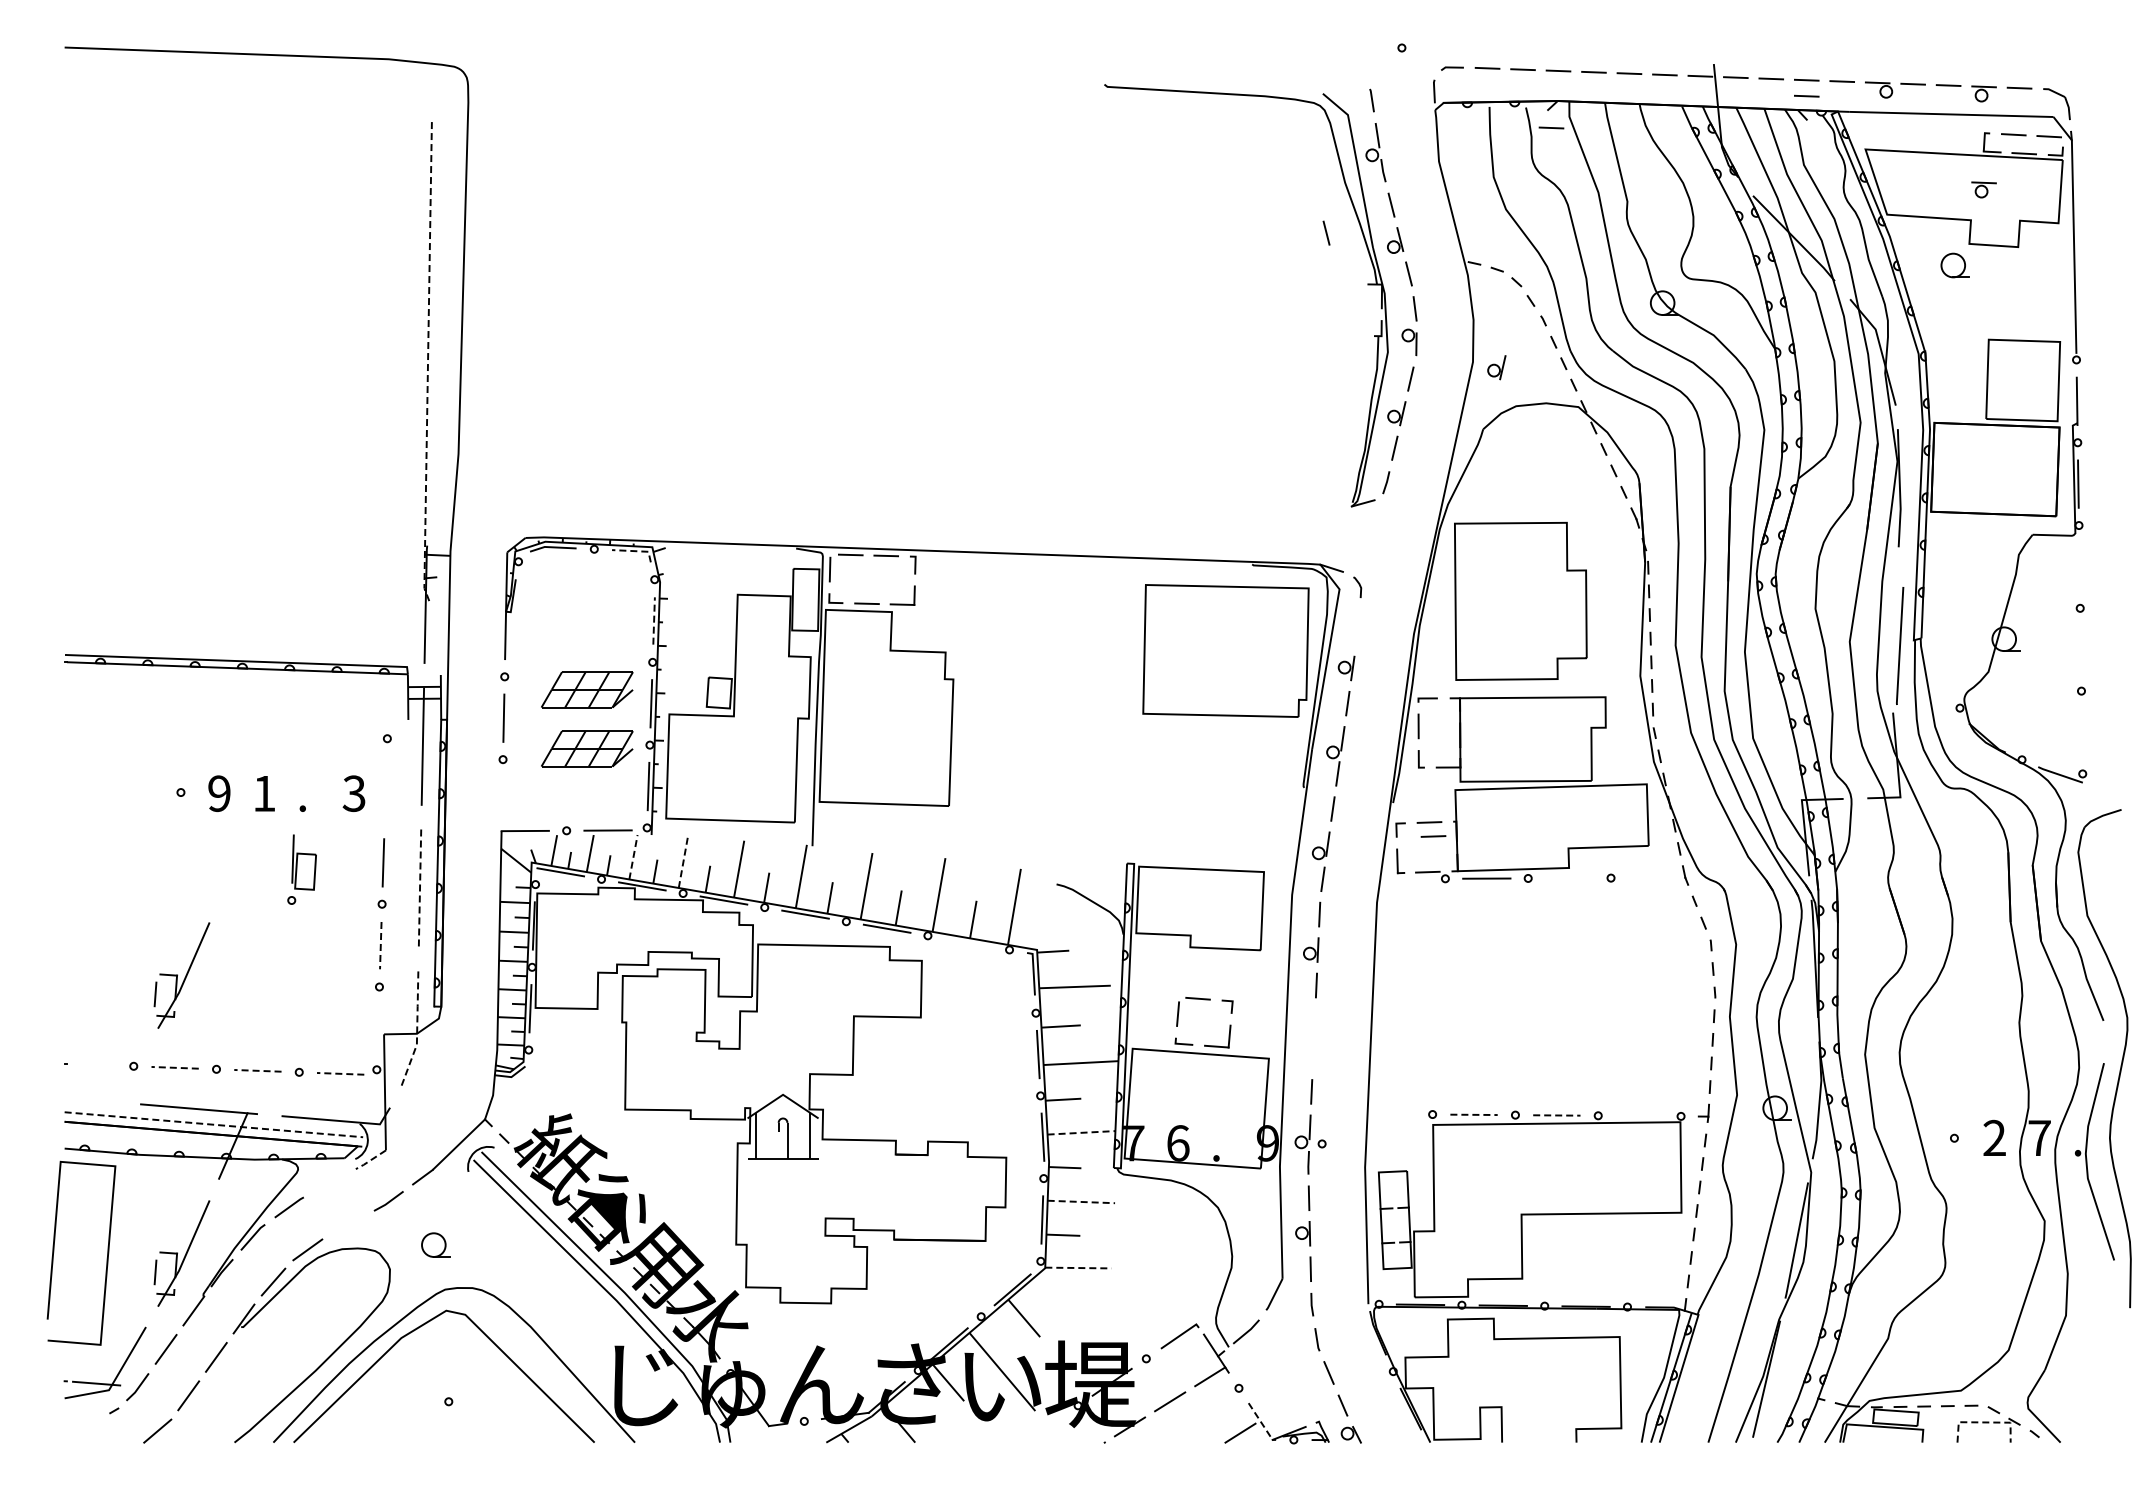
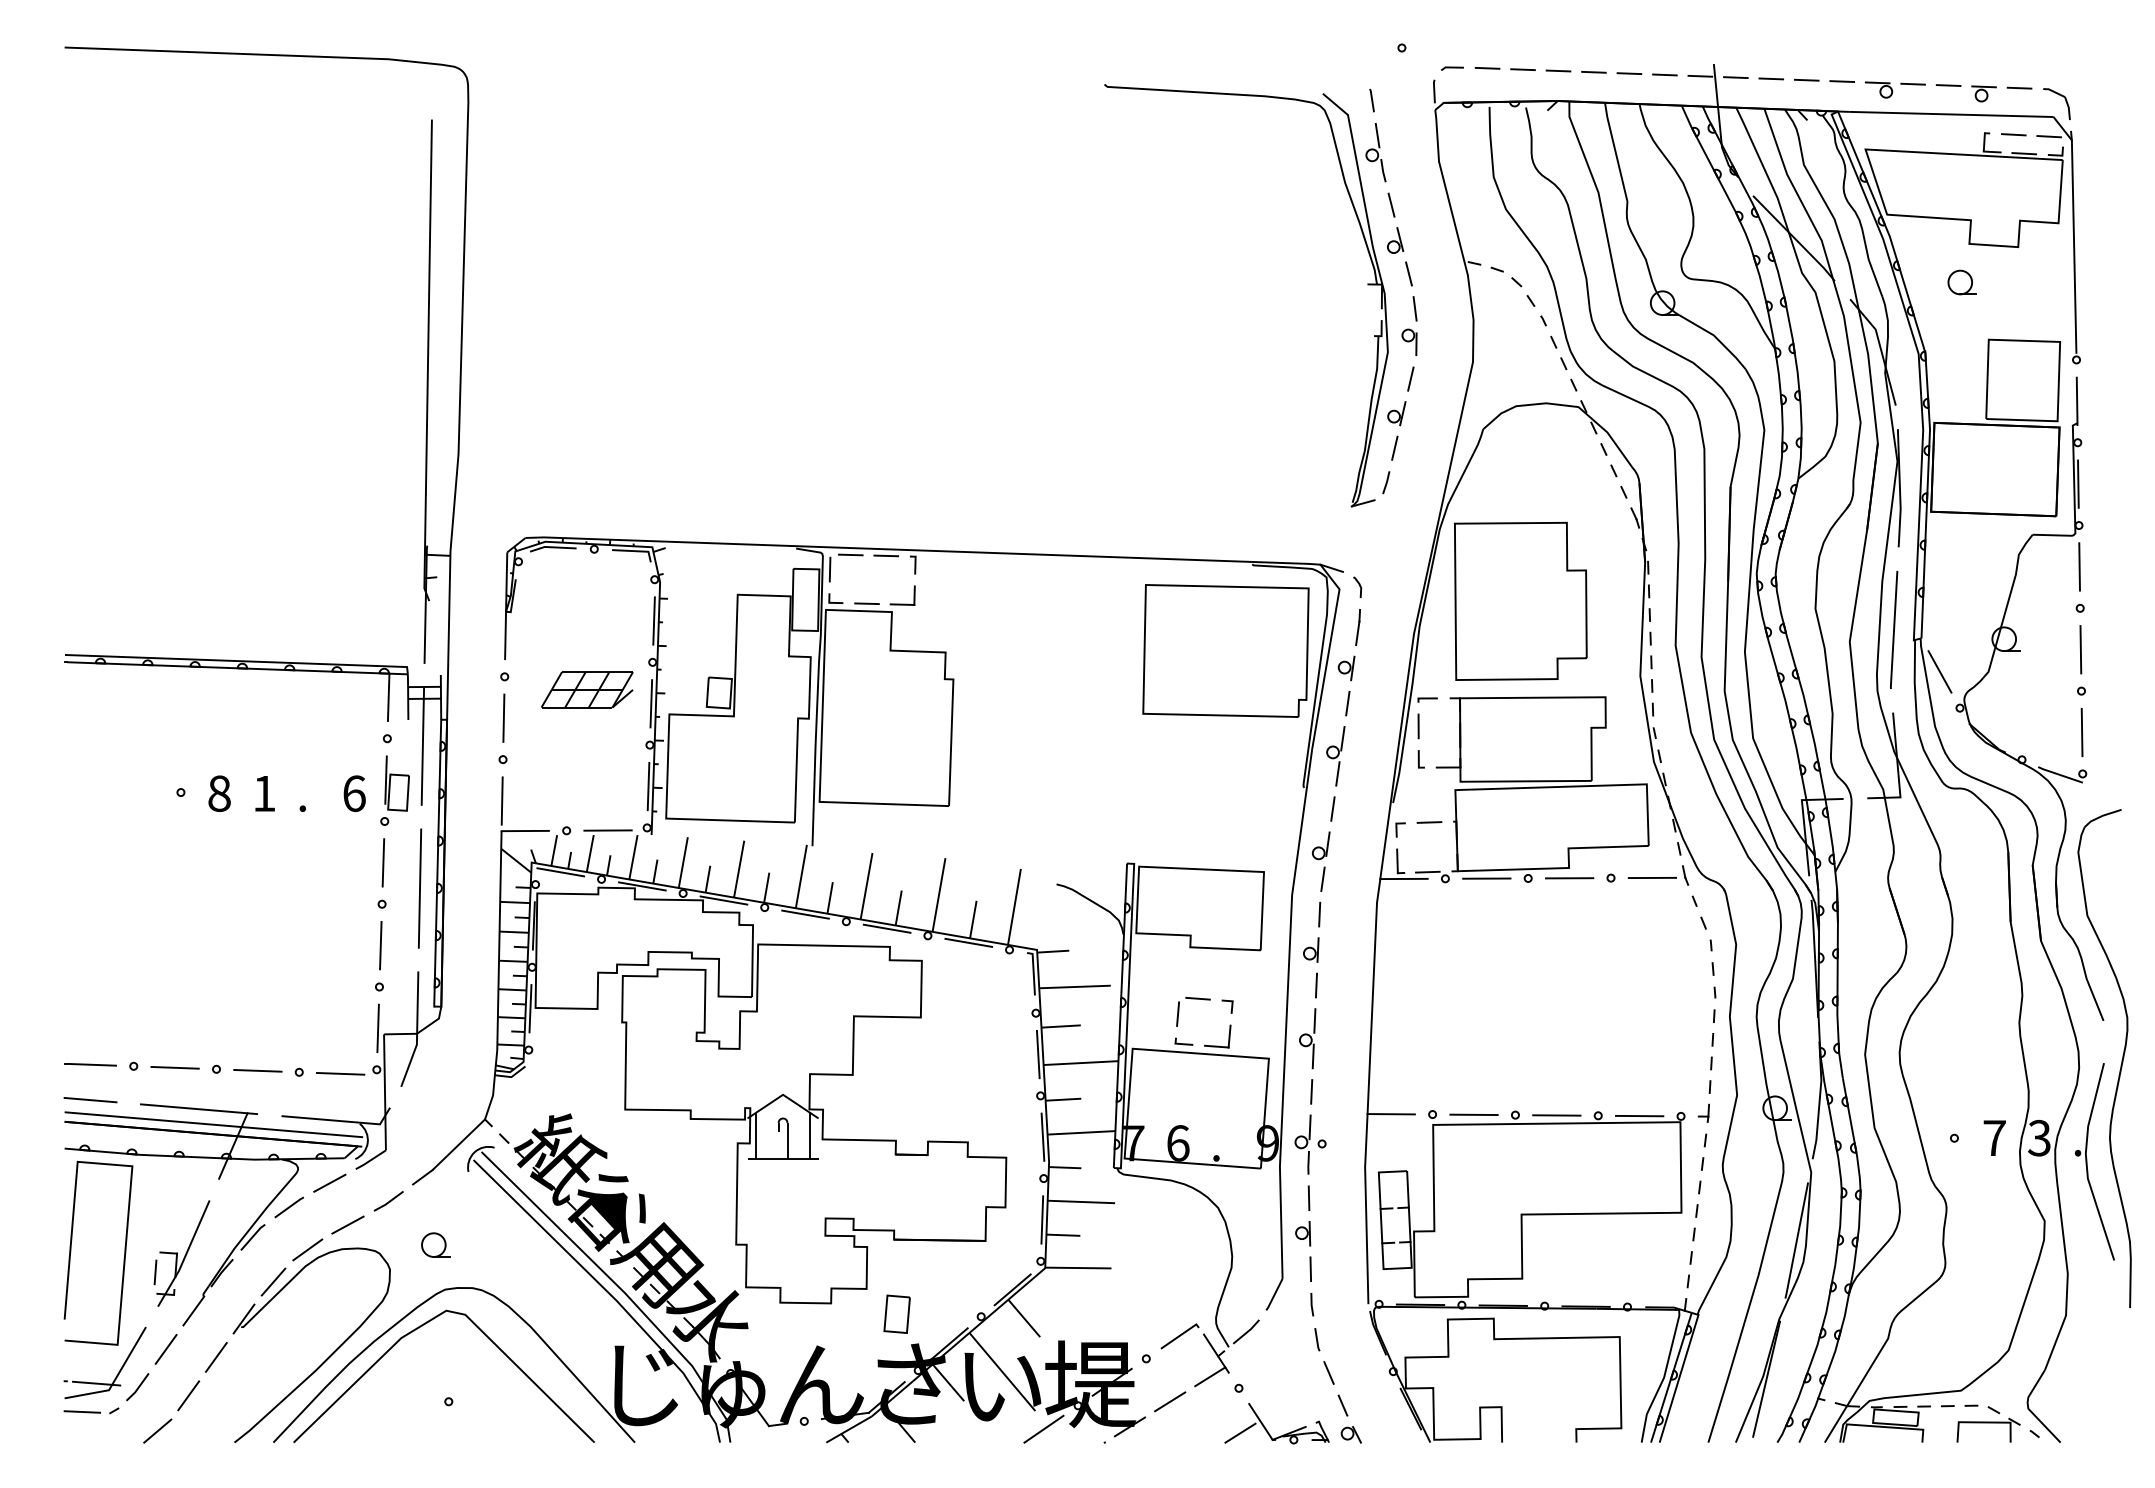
line at (1806, 95): present -> none
line at (1551, 127): present -> none
part at (1983, 189): present -> none
line at (1326, 232): present -> none
part at (1954, 265) position: (1954, 265) -> (1961, 282)
line at (428, 361): dashed -> solid
part at (1496, 367): present -> none
line at (635, 551): dashed -> solid
line at (2079, 566): none -> present
line at (654, 620): dashed -> solid
line at (1357, 627): none -> present
line at (1900, 645) position: (1900, 645) -> (1894, 629)
line at (2080, 649): none -> present
line at (1939, 671): none -> present
line at (388, 696): none -> present
line at (2081, 732): none -> present
part at (587, 748): present -> none
text at (219, 793): 9 -> 8
text at (353, 793): 3 -> 6
line at (501, 800): none -> present
line at (1433, 836): present -> none
line at (633, 857): dashed -> solid
line at (683, 862): dashed -> solid
part at (301, 869) position: (301, 869) -> (394, 790)
line at (1652, 877): none -> present
line at (1403, 878): none -> present
line at (1569, 878): none -> present
line at (420, 889): dashed -> solid
line at (968, 942): none -> present
line at (380, 945): dashed -> solid
part at (181, 975): present -> none
line at (377, 1028): none -> present
line at (417, 1030): dashed -> solid
part at (1307, 1038): none -> present
line at (92, 1064): none -> present
line at (175, 1067): dashed -> solid
line at (257, 1070): dashed -> solid
line at (340, 1073): dashed -> solid
line at (90, 1099): none -> present
line at (1390, 1114): none -> present
line at (1474, 1114): dashed -> solid
line at (1556, 1115): dashed -> solid
line at (1639, 1115): none -> present
line at (213, 1124): dashed -> solid
line at (1081, 1132): dashed -> solid
text at (1994, 1137): 2 -> 7
text at (2039, 1137): 7 -> 3
line at (370, 1160): dashed -> solid
line at (329, 1182): none -> present
line at (1081, 1201): dashed -> solid
line at (347, 1224): none -> present
curve at (106, 1258) position: (106, 1258) -> (123, 1258)
line at (1078, 1268): dashed -> solid
part at (896, 1313): none -> present
line at (82, 1411): none -> present
line at (1984, 1422): dashed -> solid
line at (1261, 1423): dashed -> solid
line at (1043, 1428): none -> present
